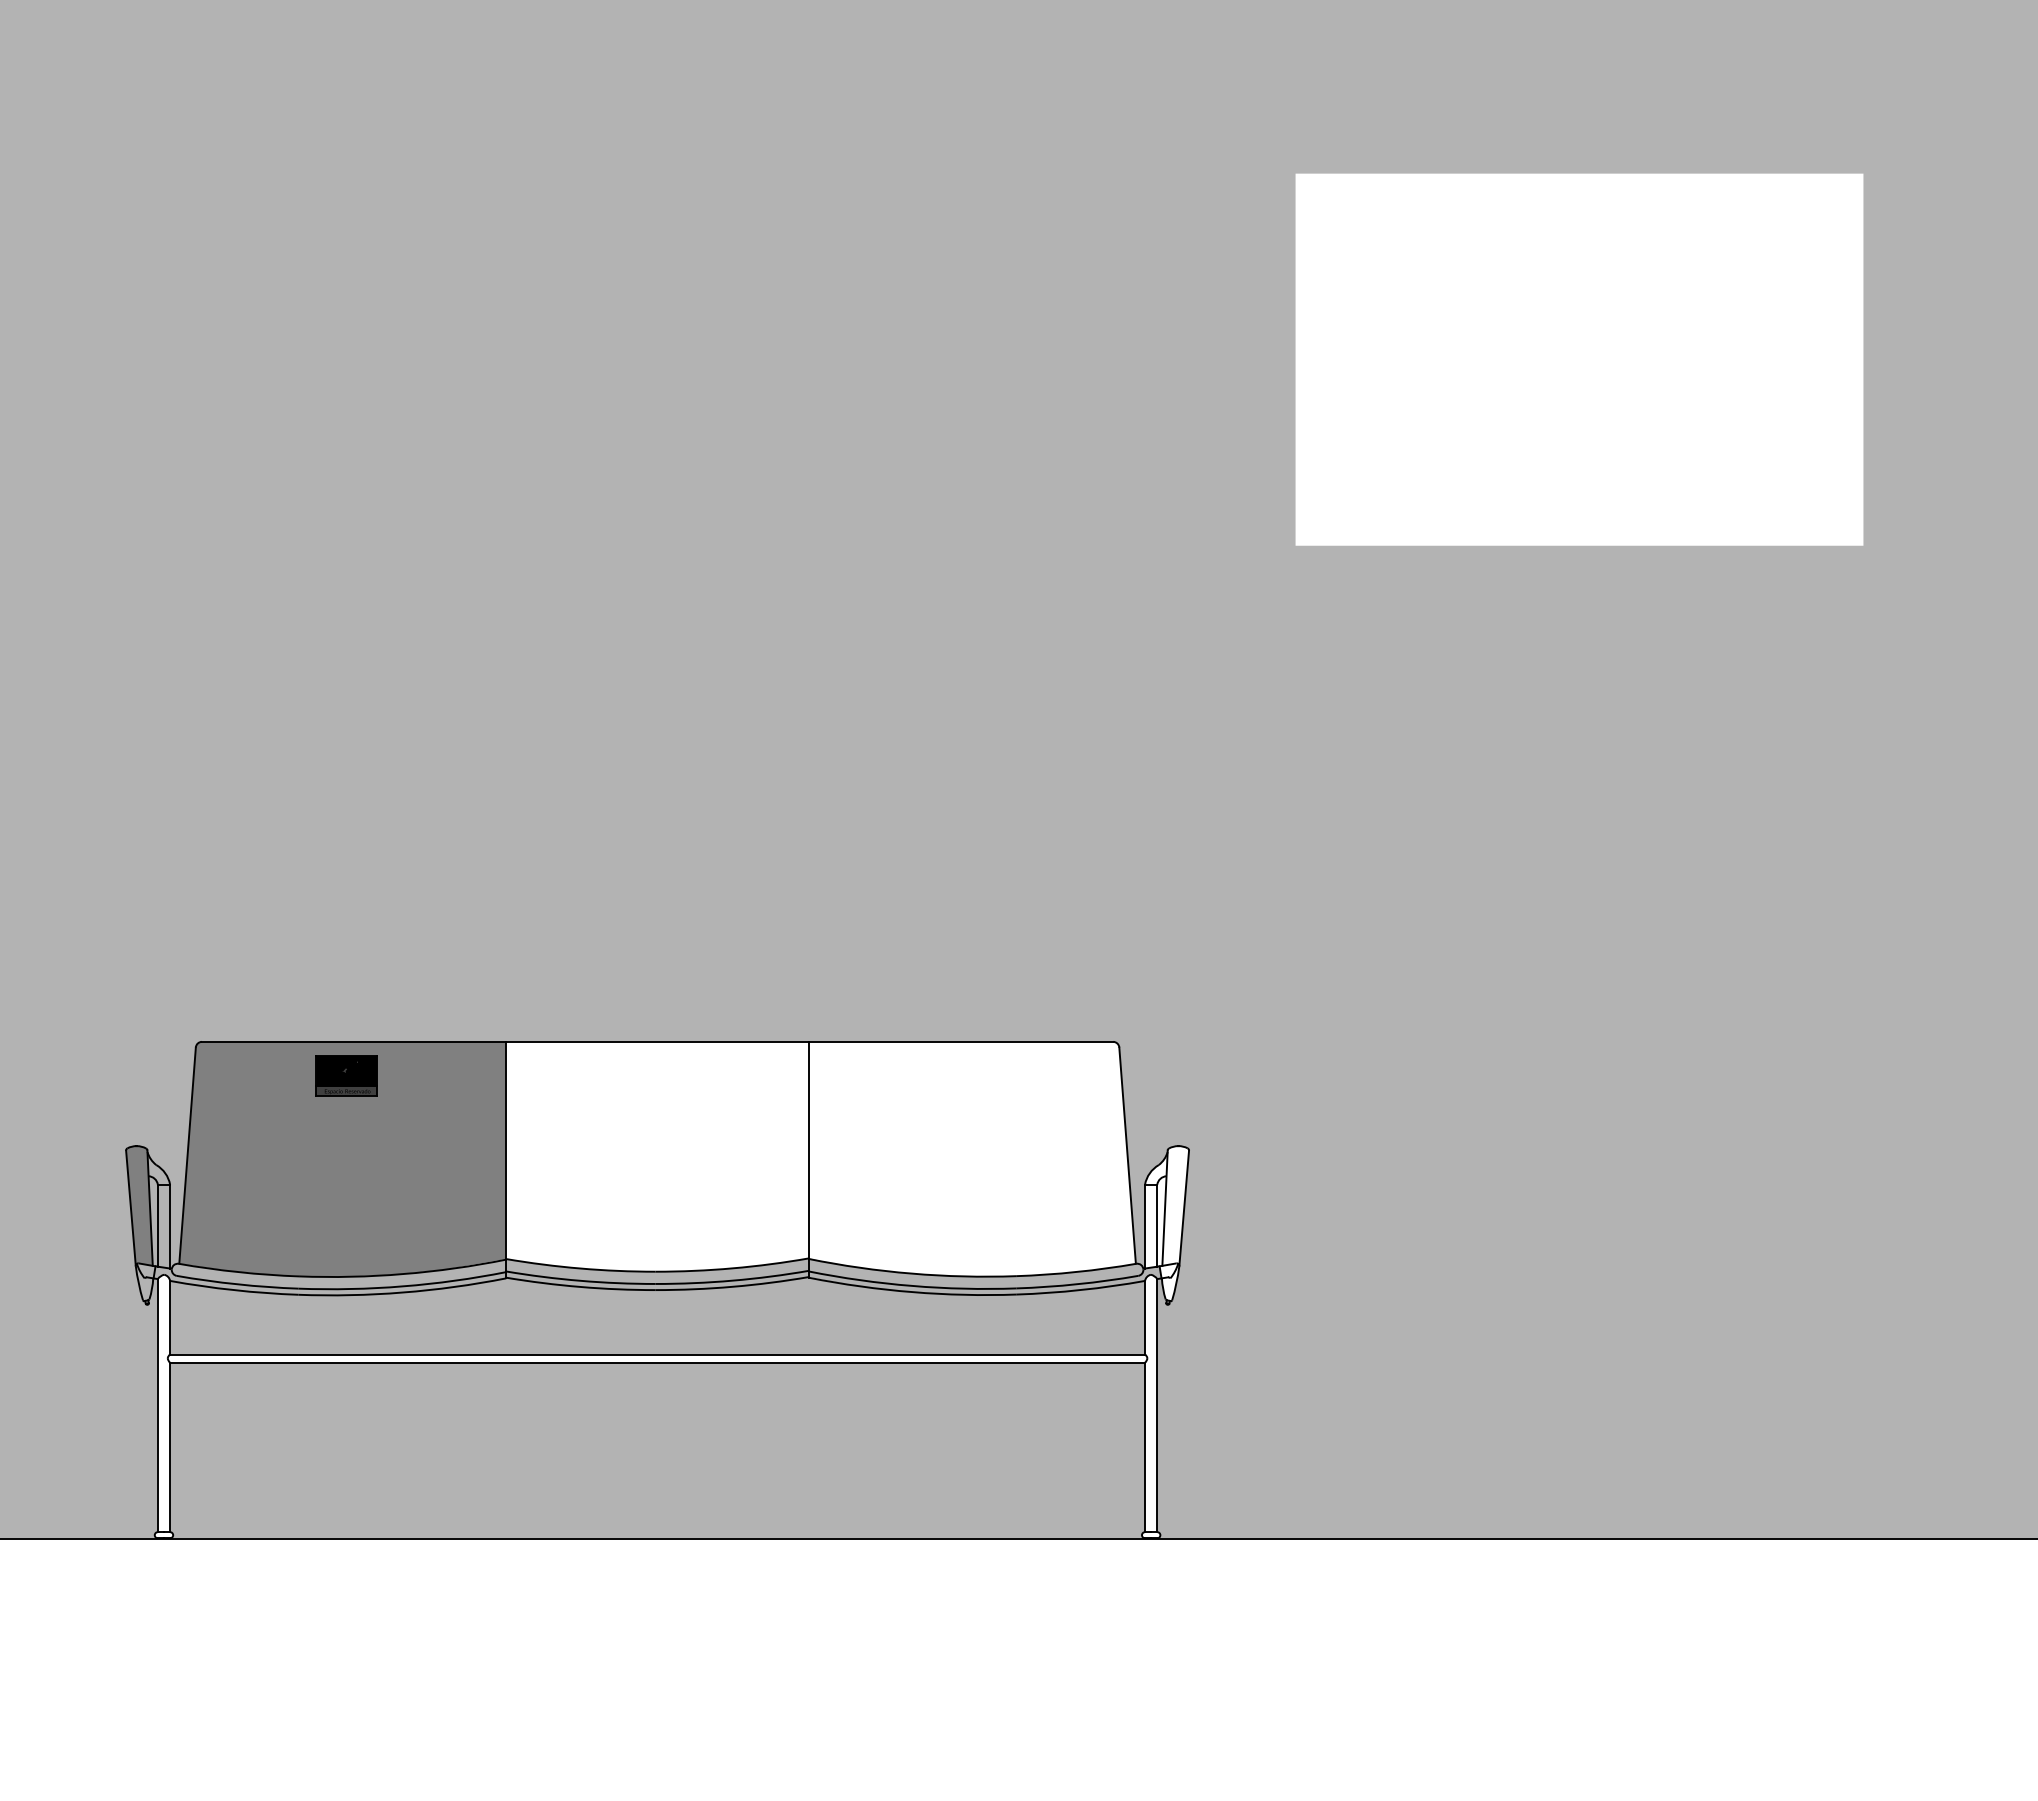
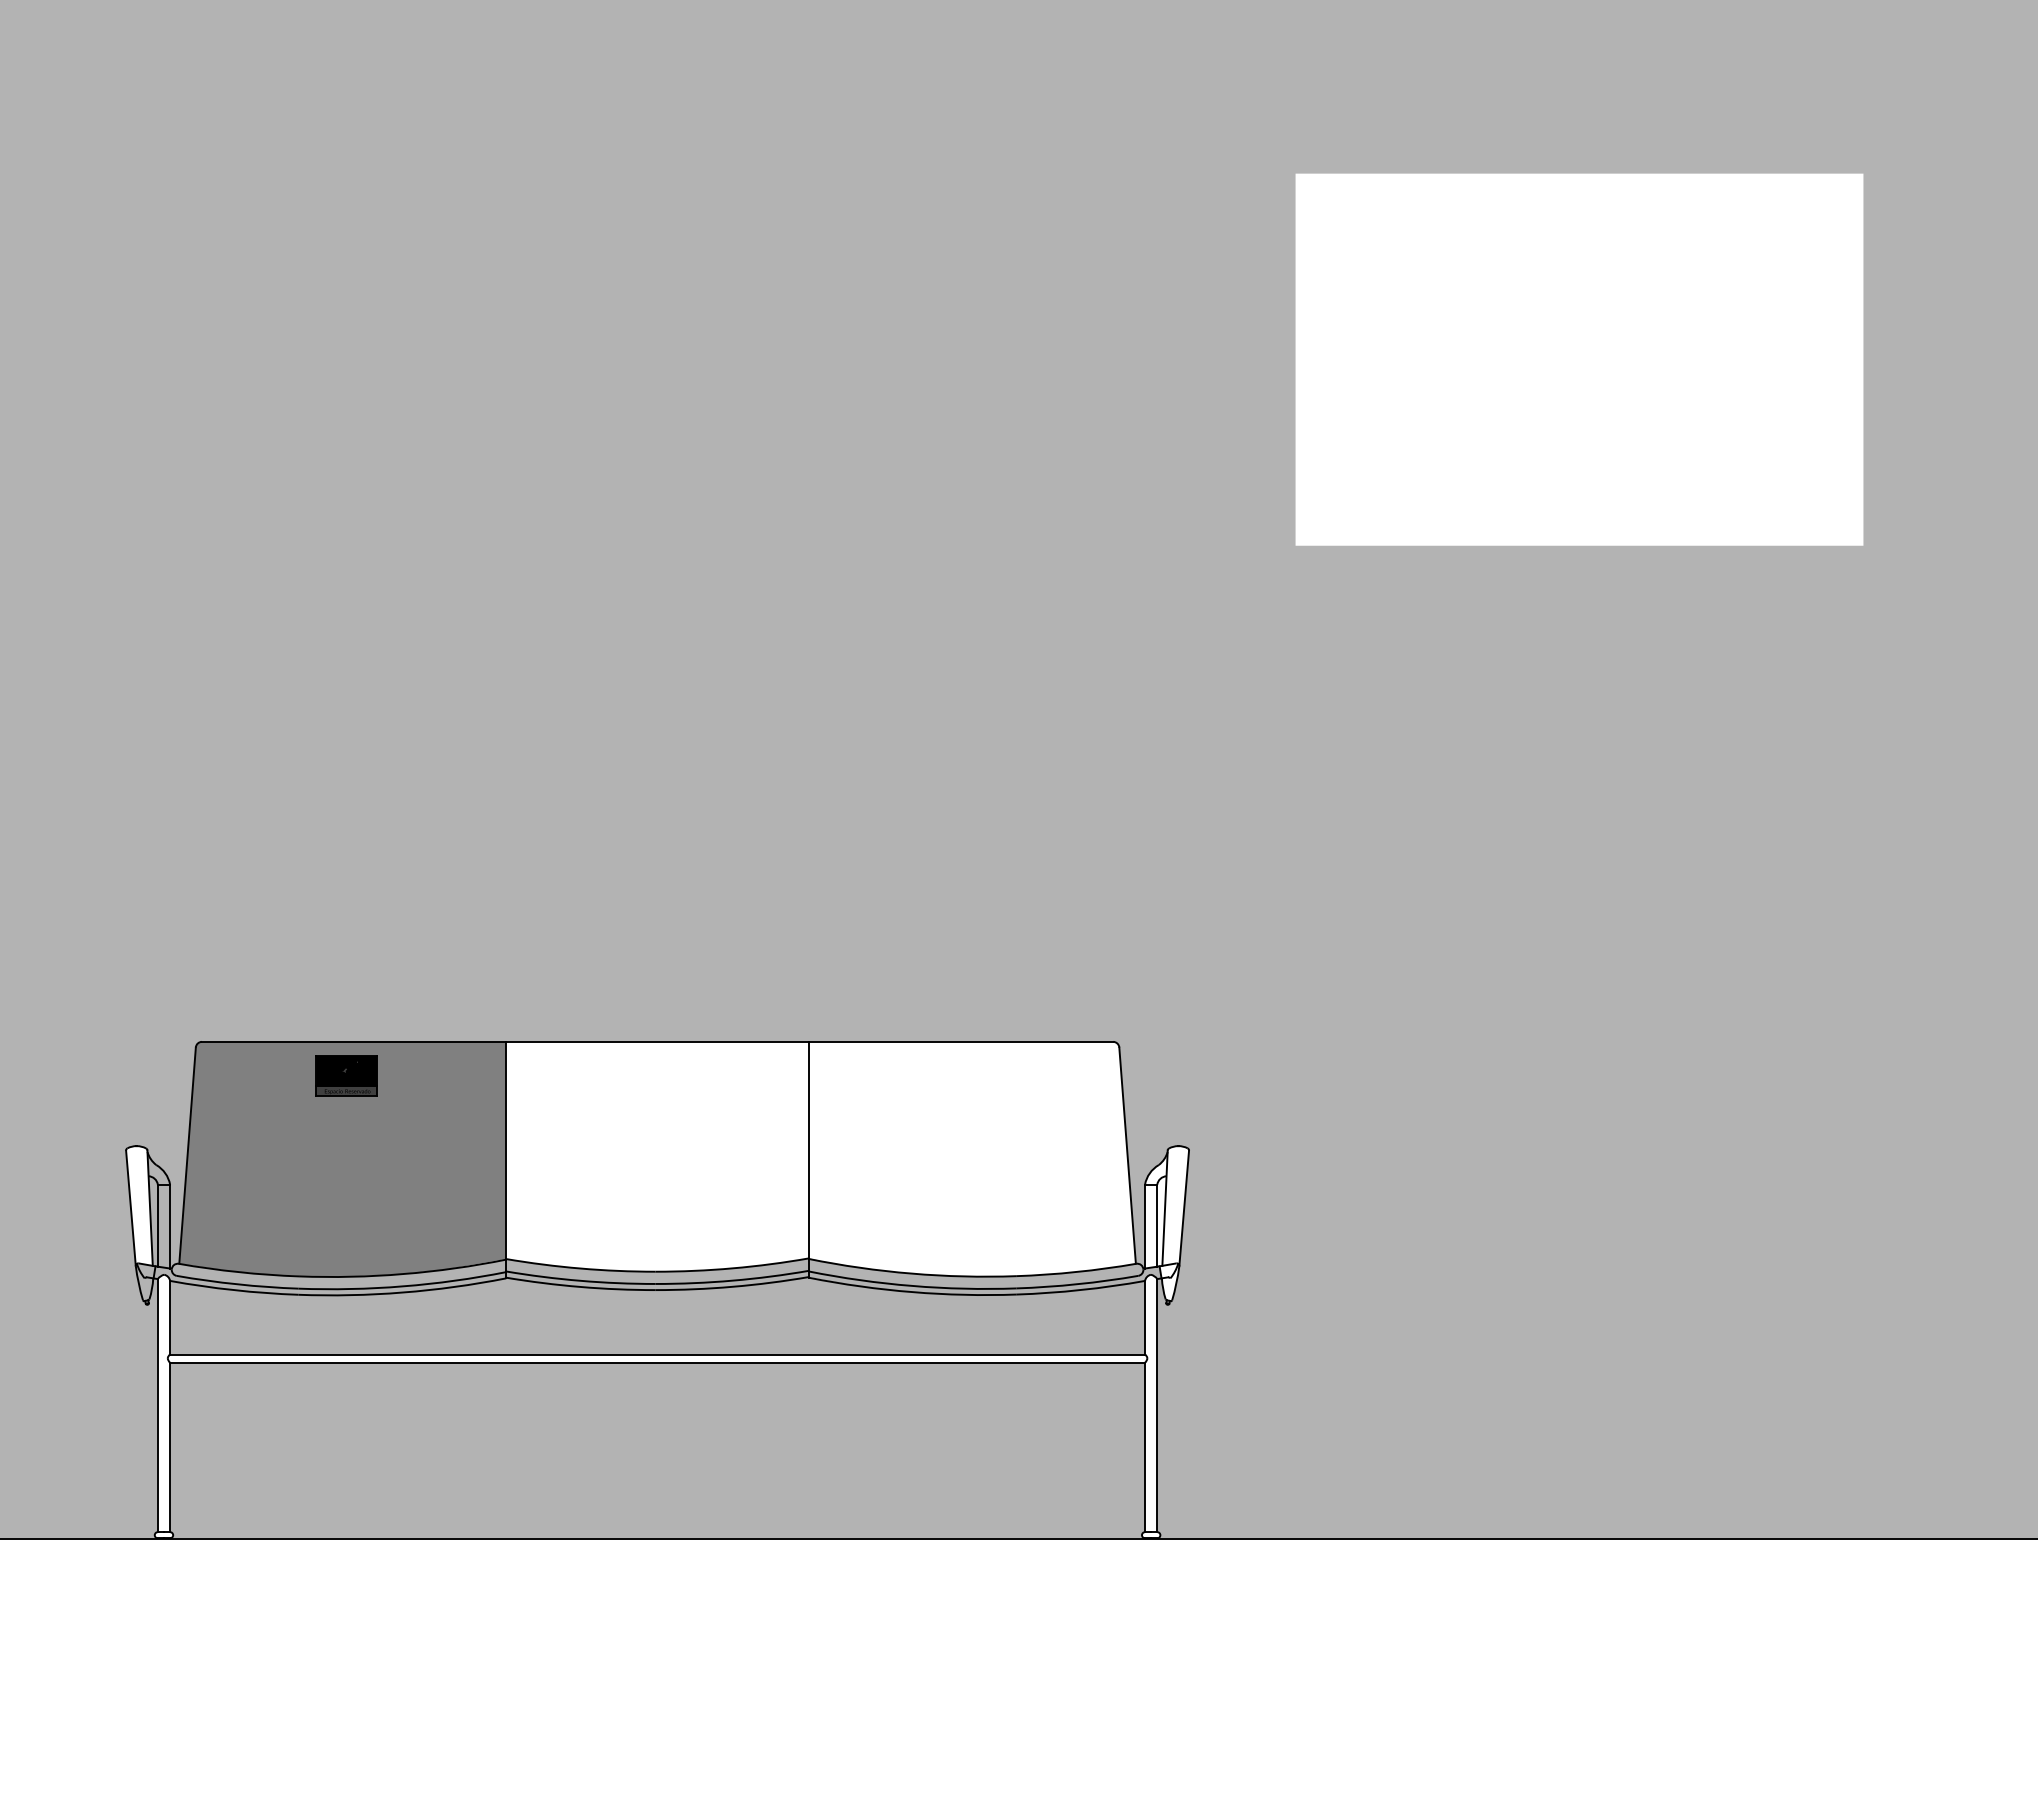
fill at (139, 1206): present -> none
